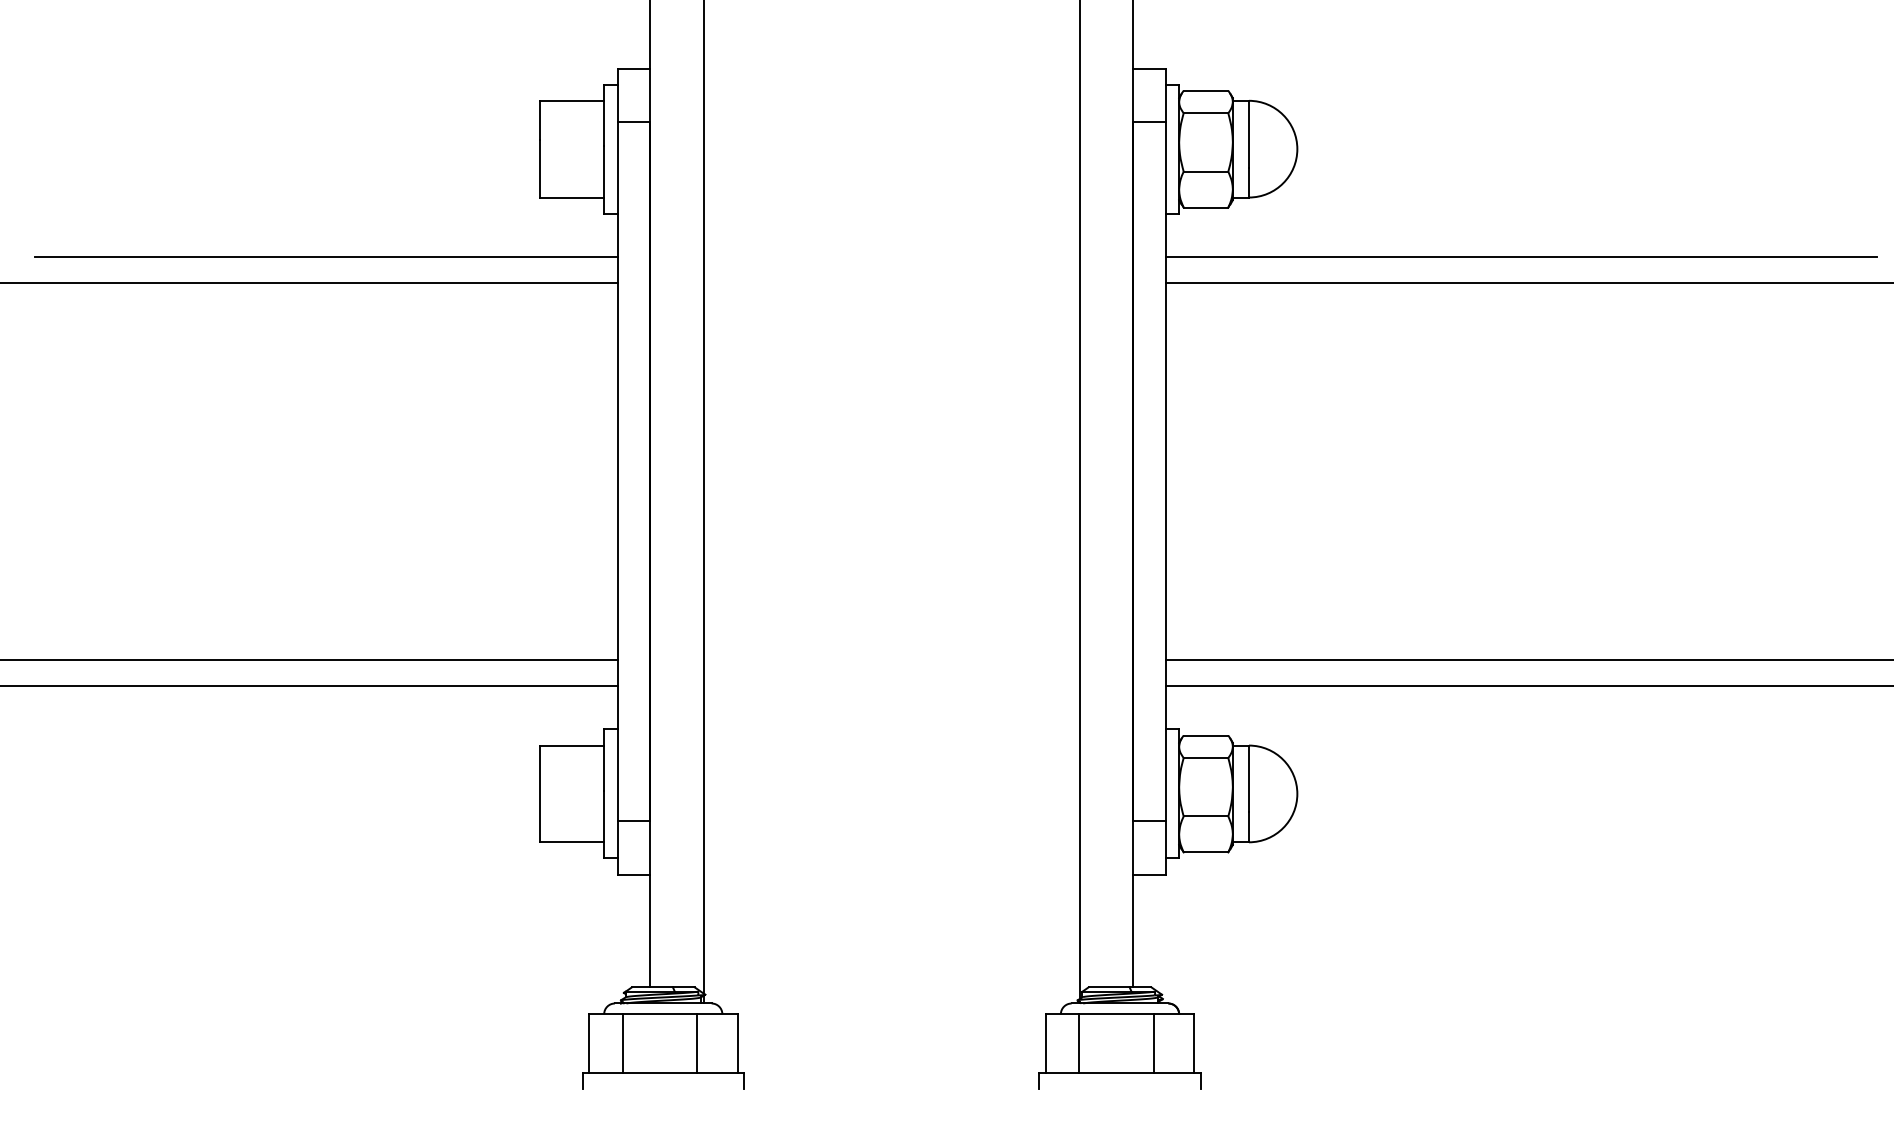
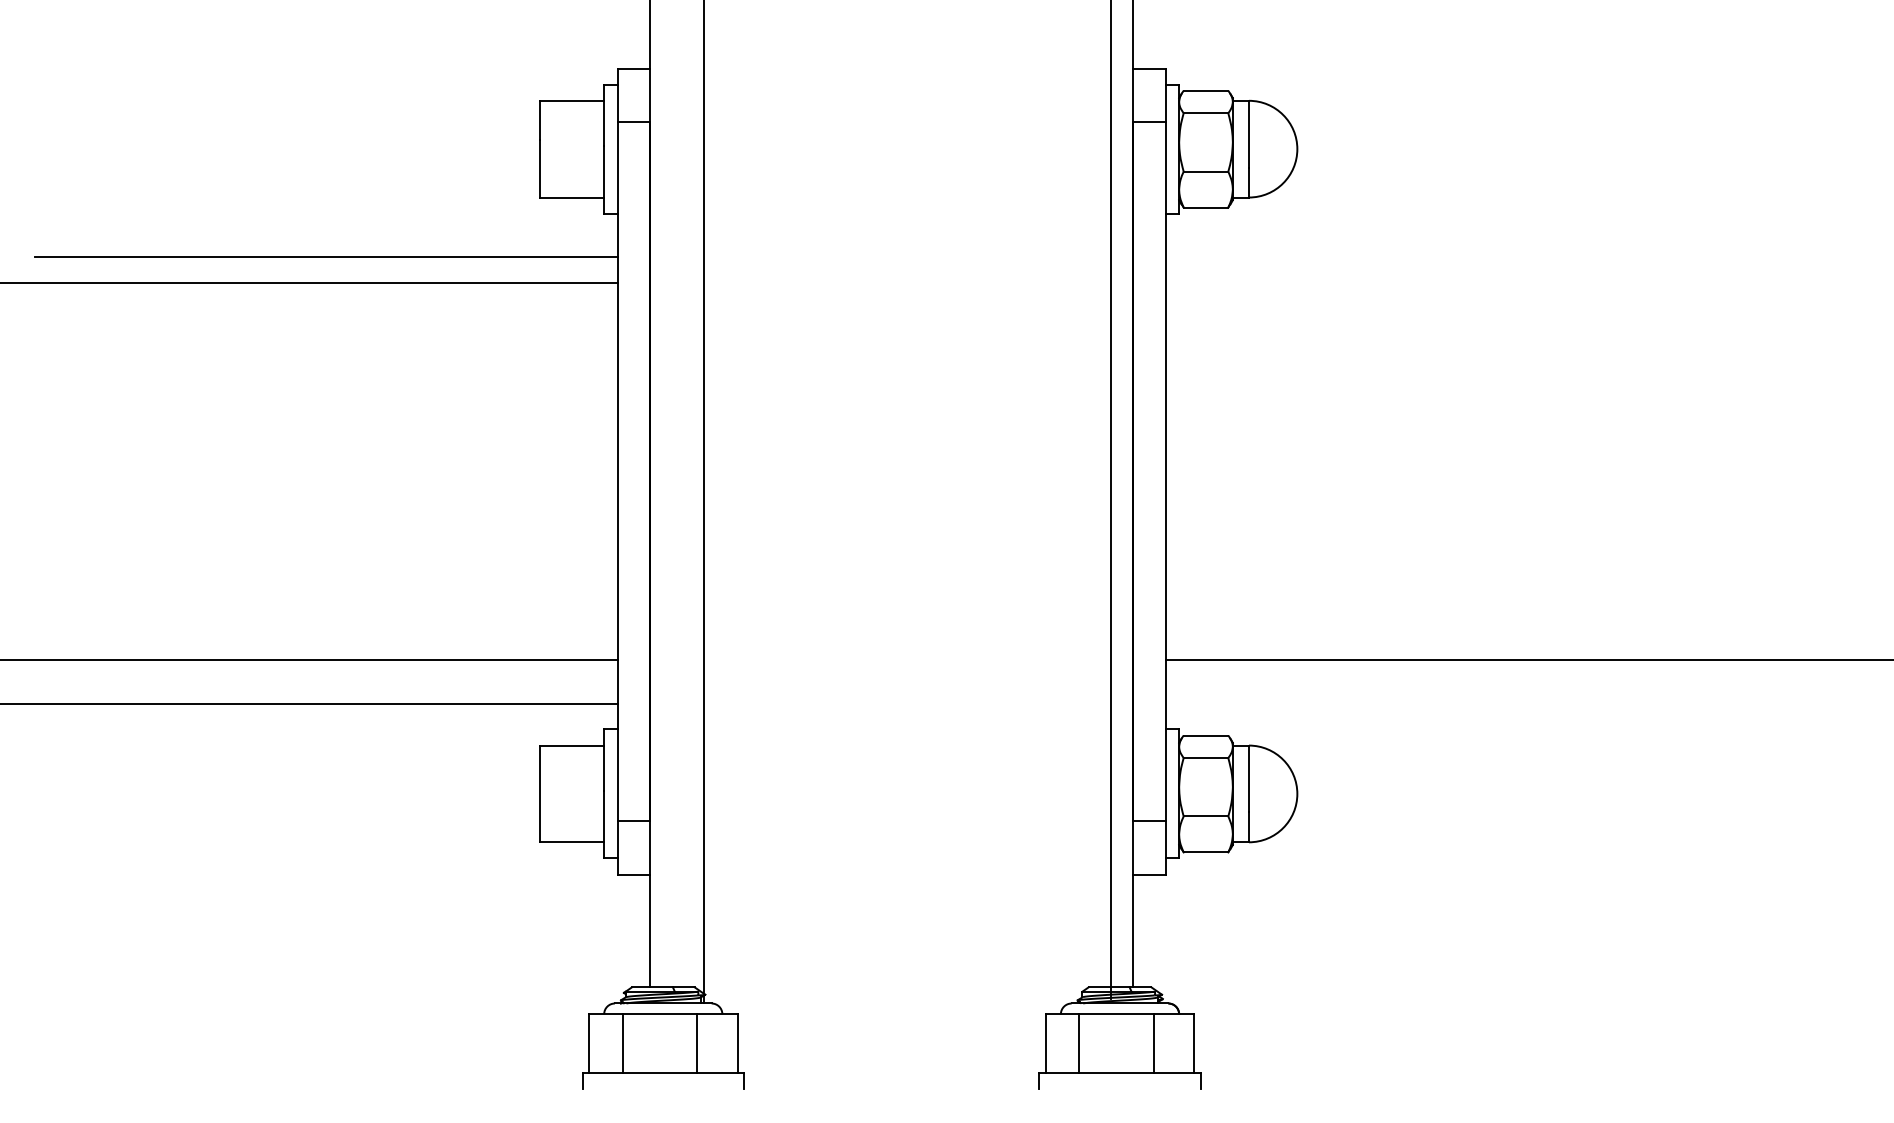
line at (1521, 256): present -> none
line at (1527, 283): present -> none
line at (1079, 500) position: (1079, 500) -> (1110, 500)
line at (309, 686) position: (309, 686) -> (309, 704)
line at (1527, 686): present -> none
